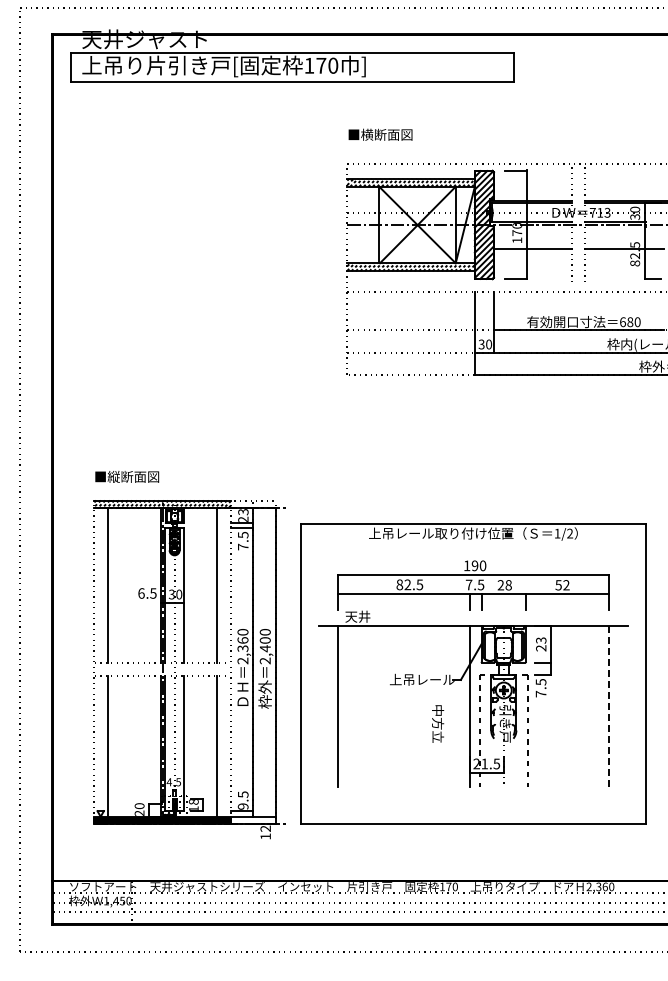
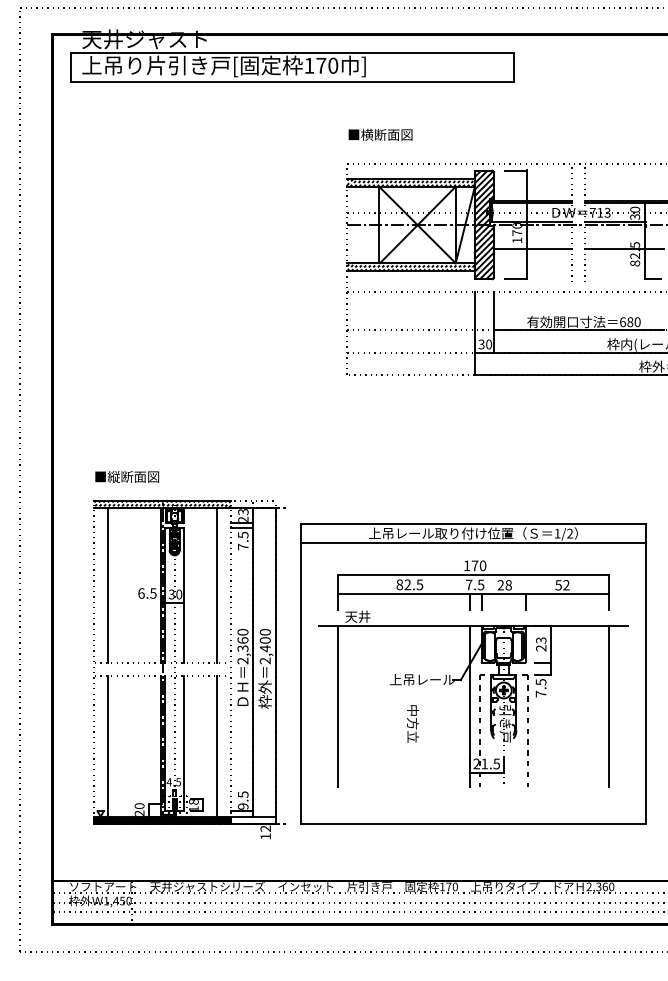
line at (473, 543): none -> present
text at (474, 565): 190 -> 170
line at (609, 706): dashed -> solid
text at (438, 723) position: (438, 723) -> (413, 723)
